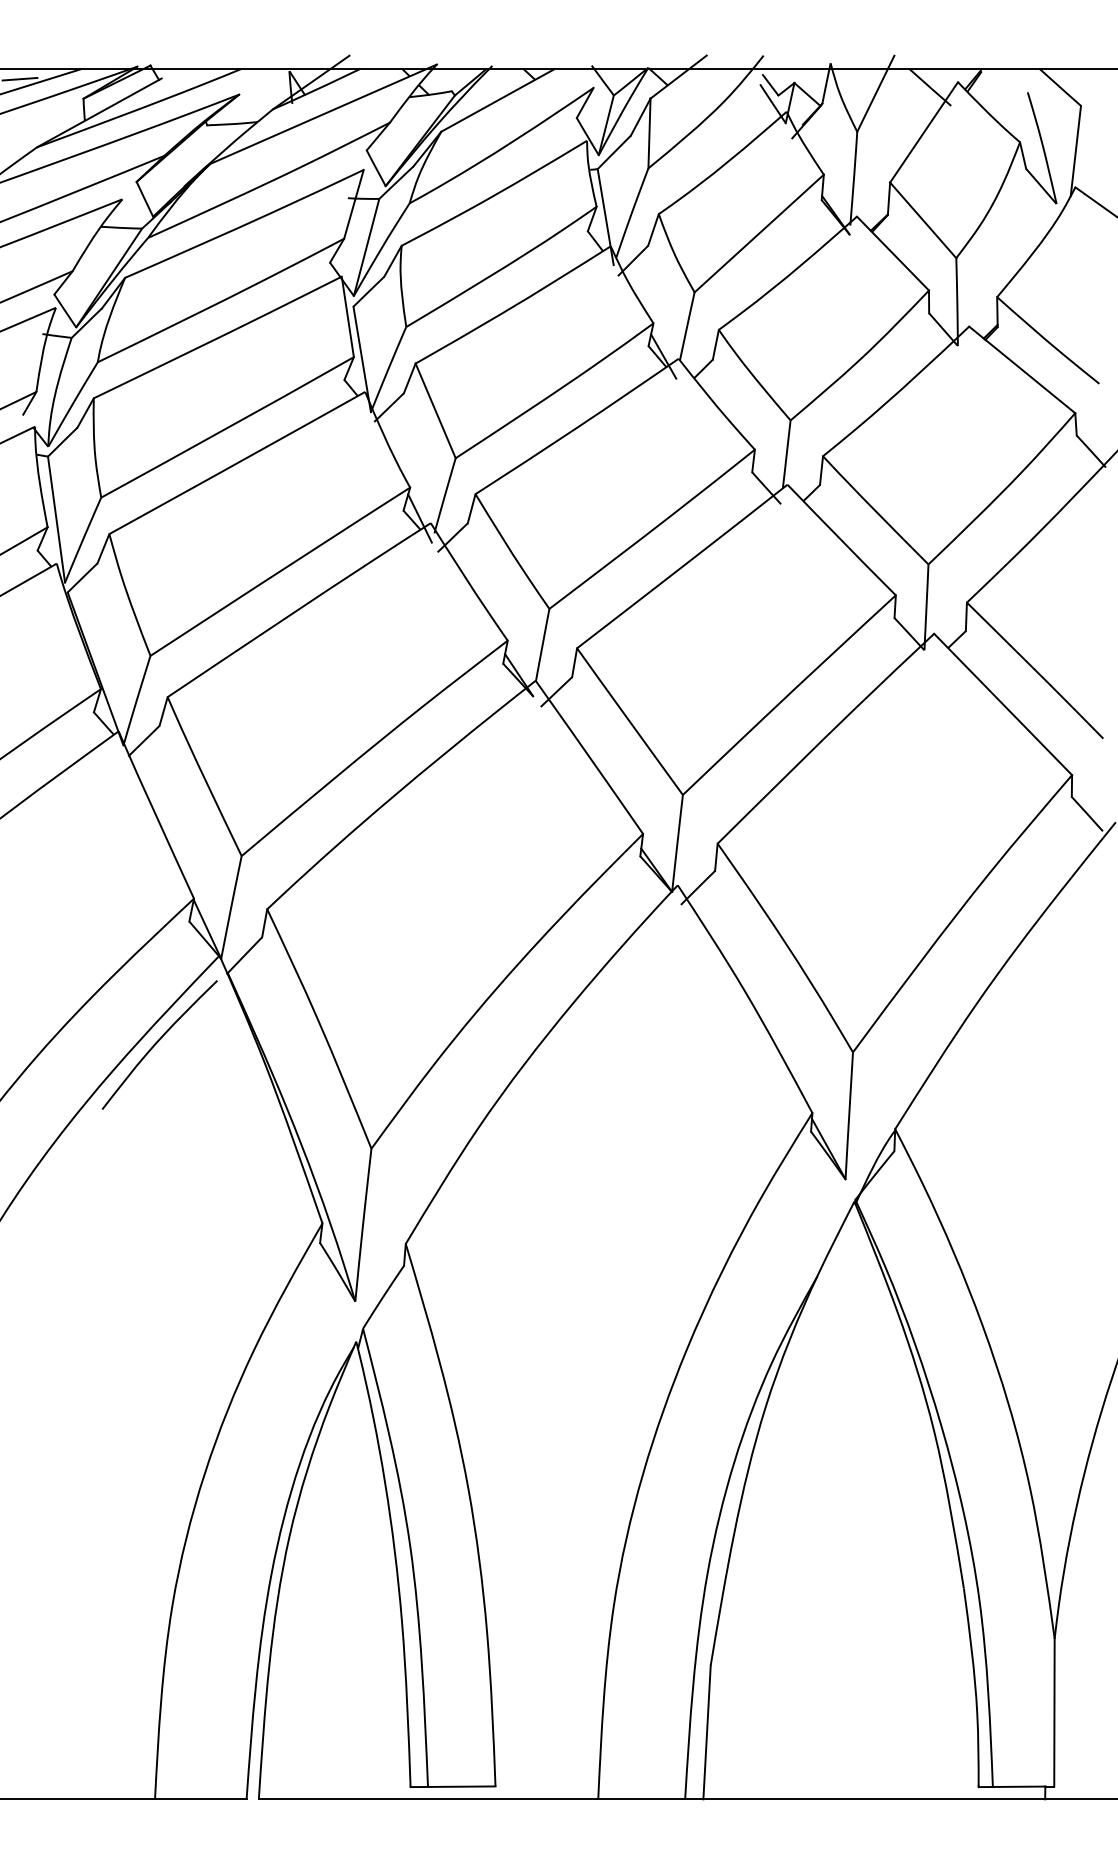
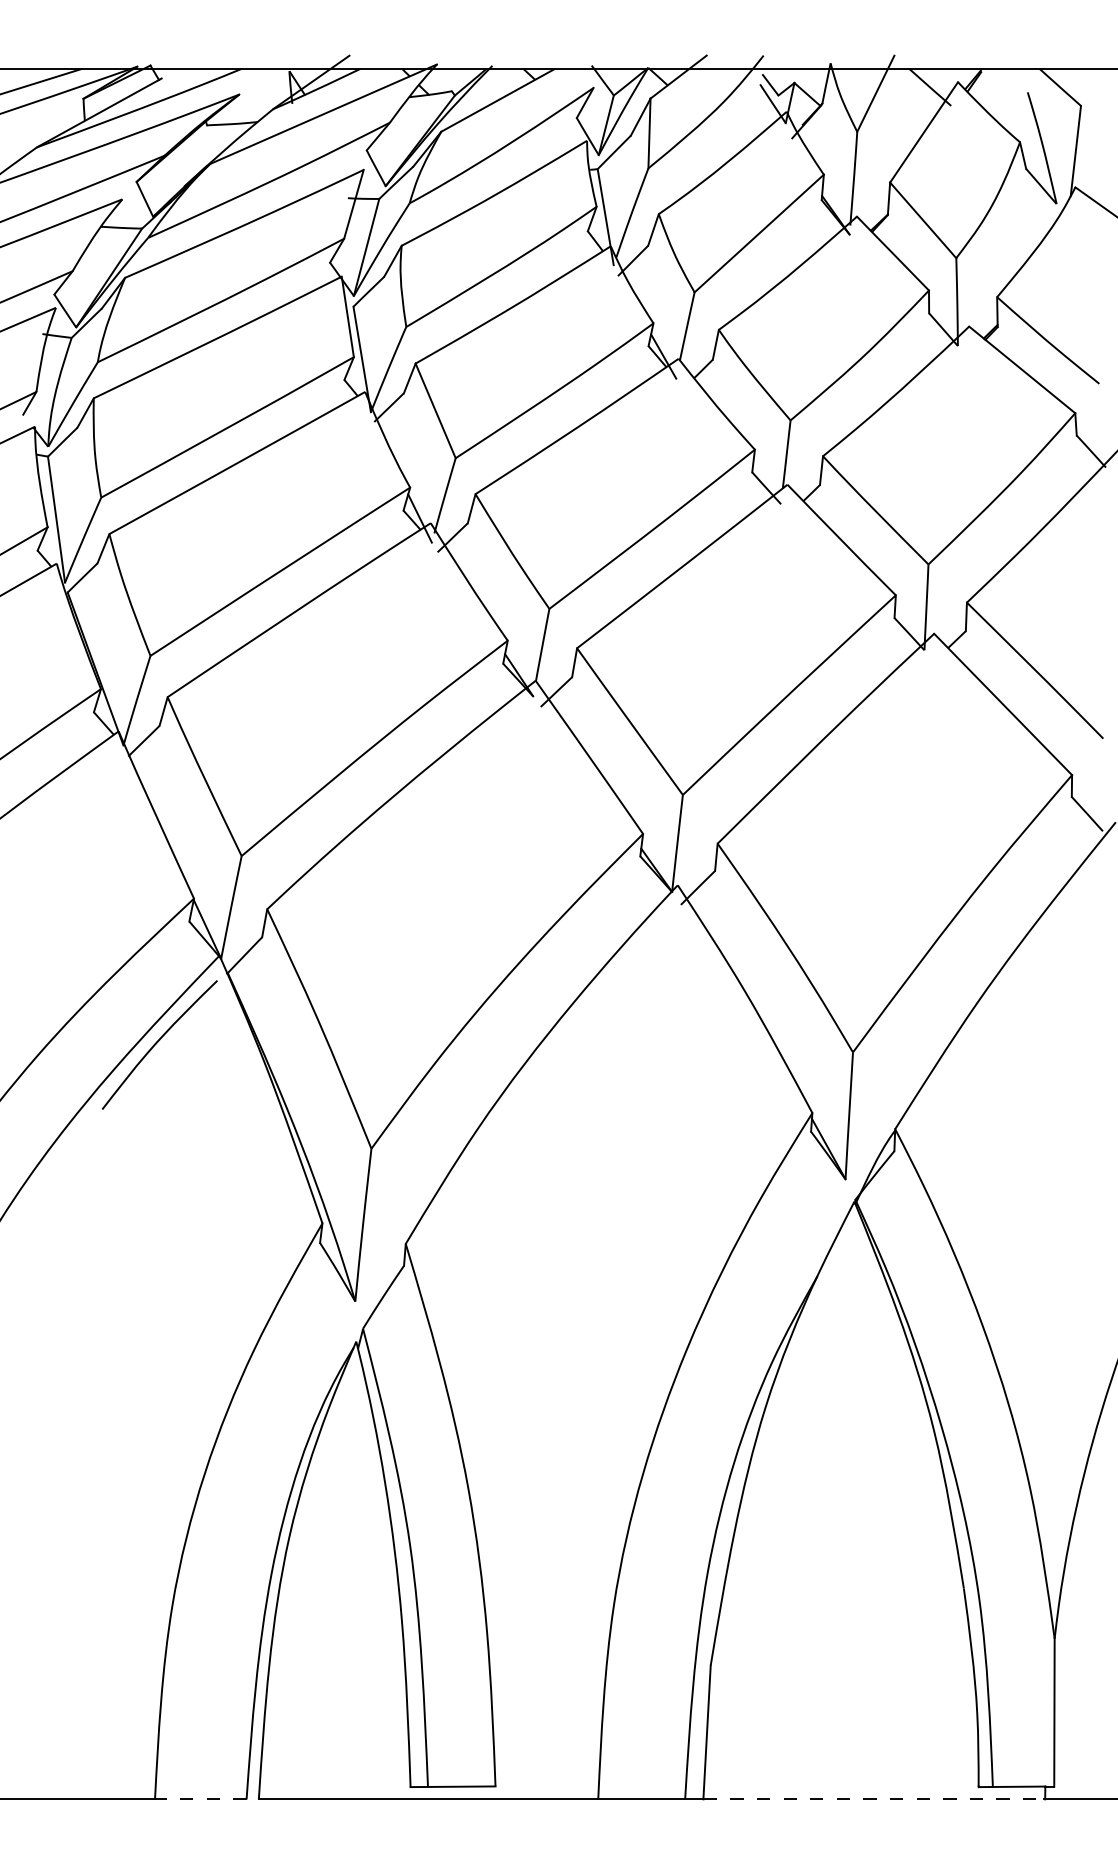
line at (19, 78): present -> none
line at (200, 1799): solid -> dashed
line at (874, 1799): solid -> dashed
